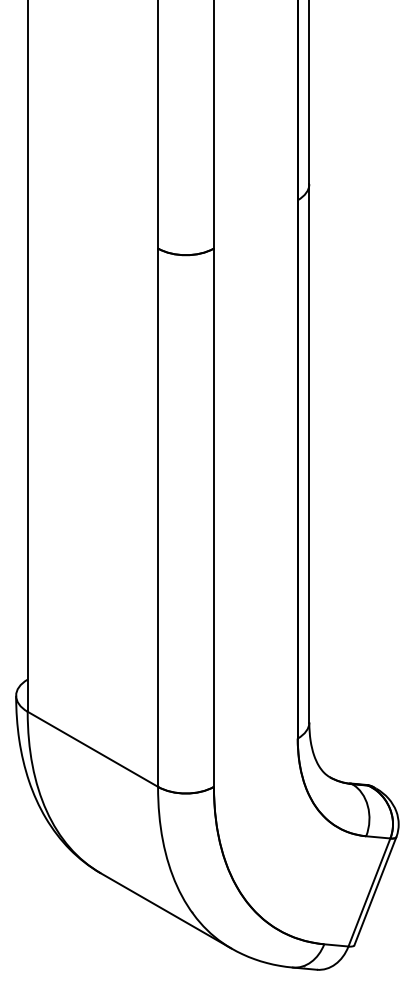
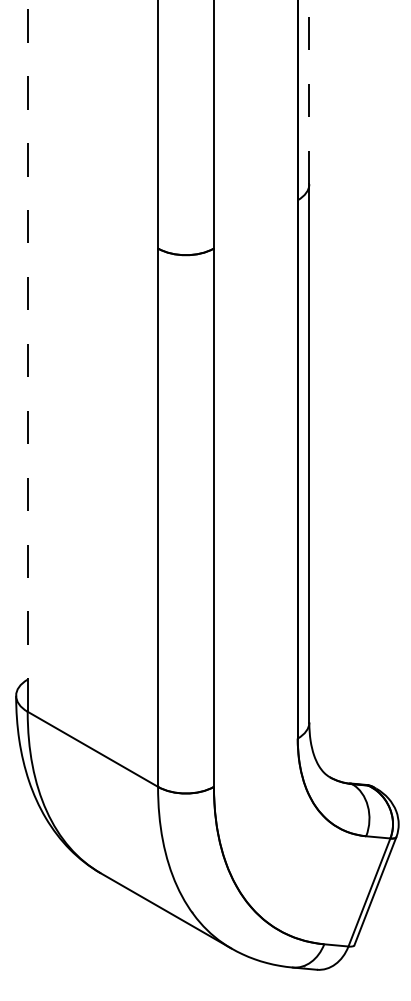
line at (309, 92): solid -> dashed
line at (27, 355): solid -> dashed
